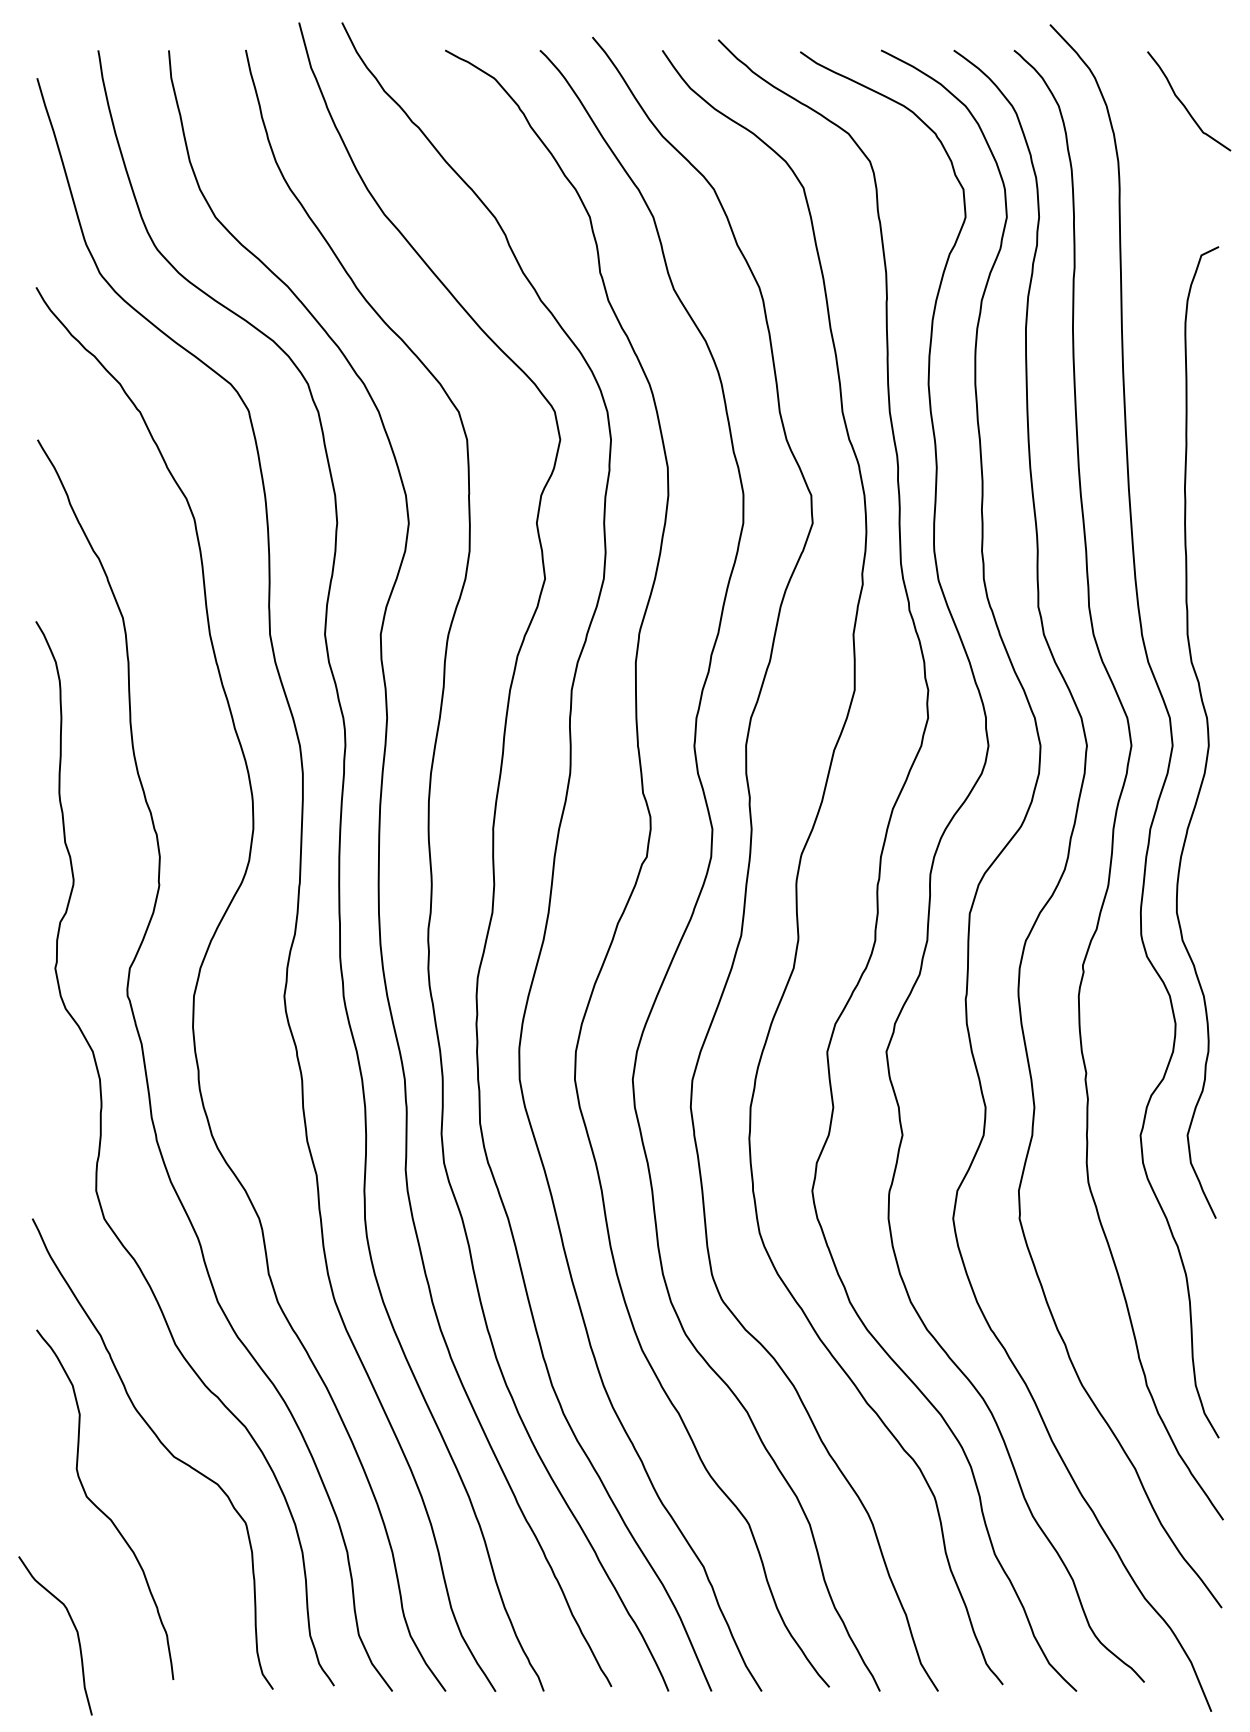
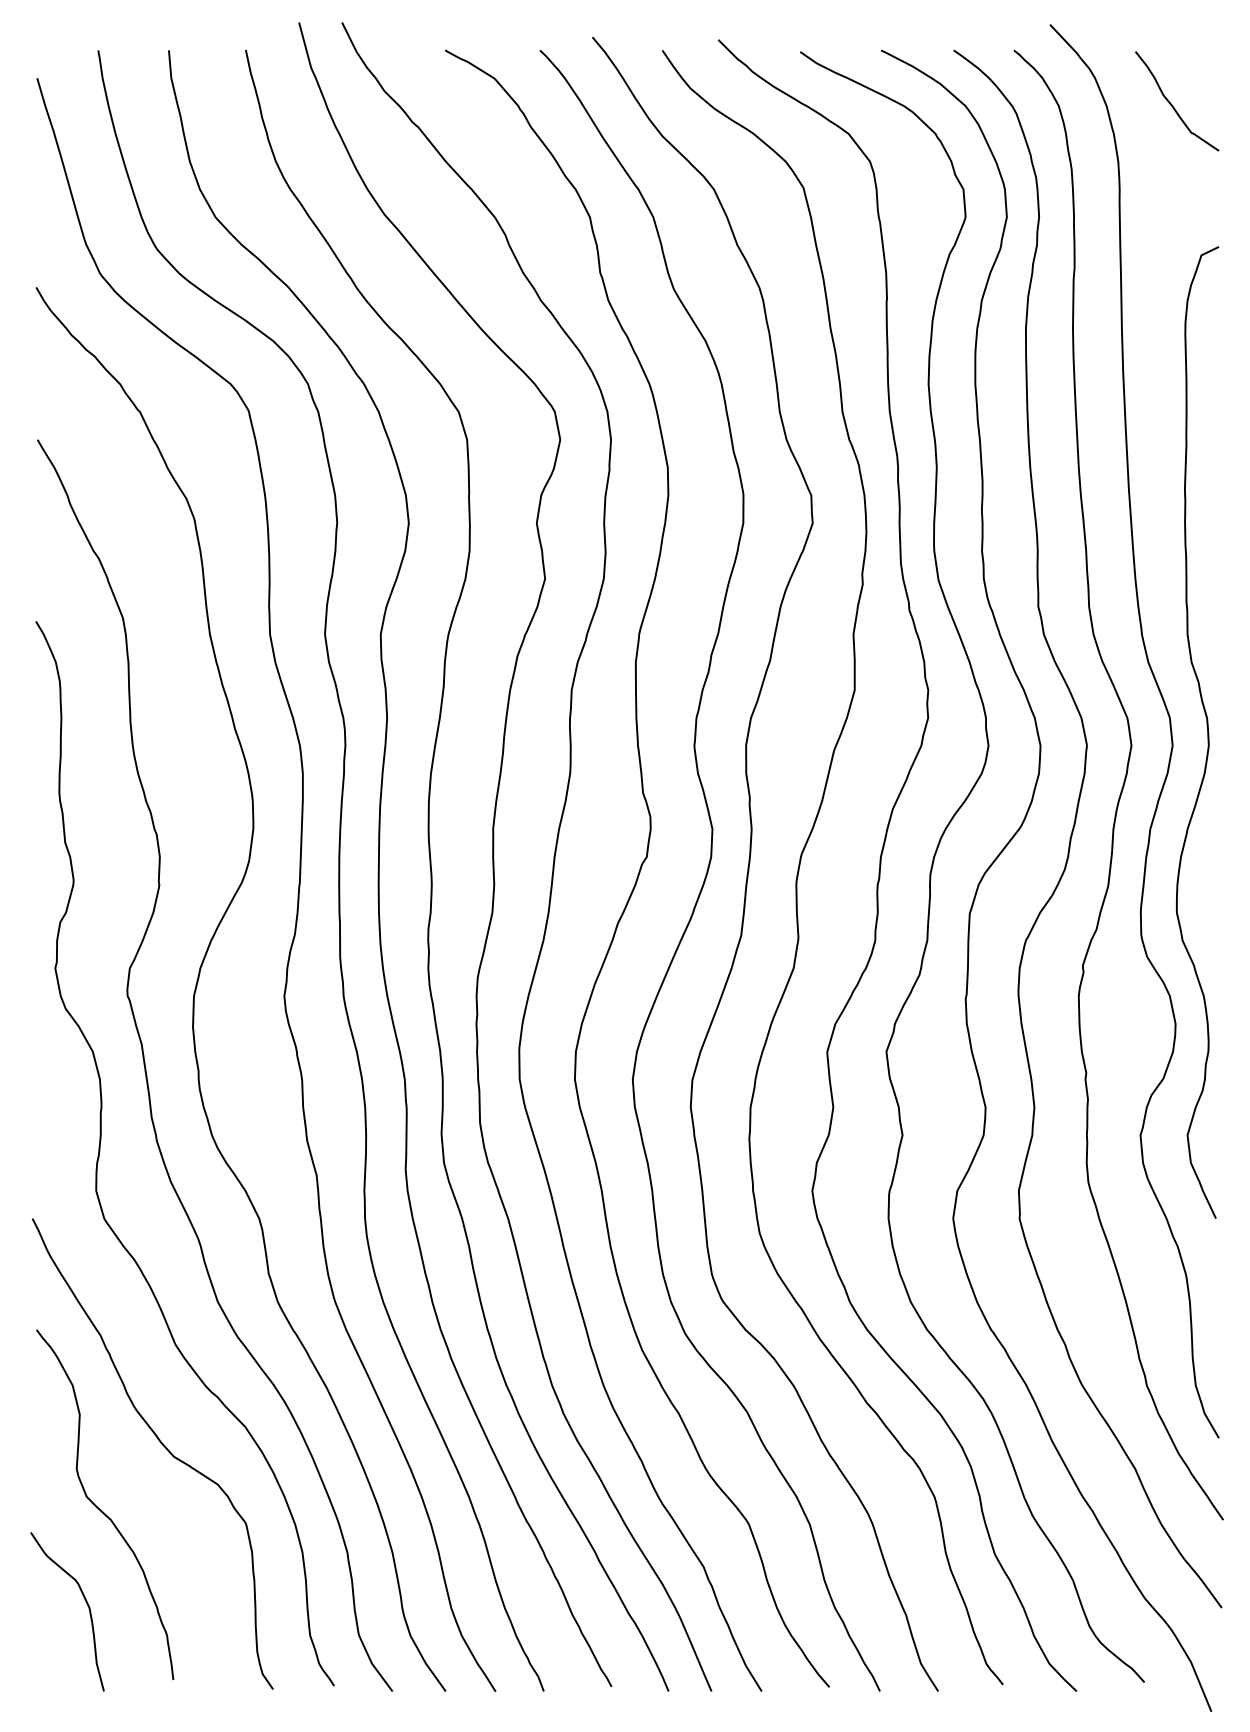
curve at (1185, 105) position: (1185, 105) -> (1173, 105)
curve at (74, 1628) position: (74, 1628) -> (86, 1604)
